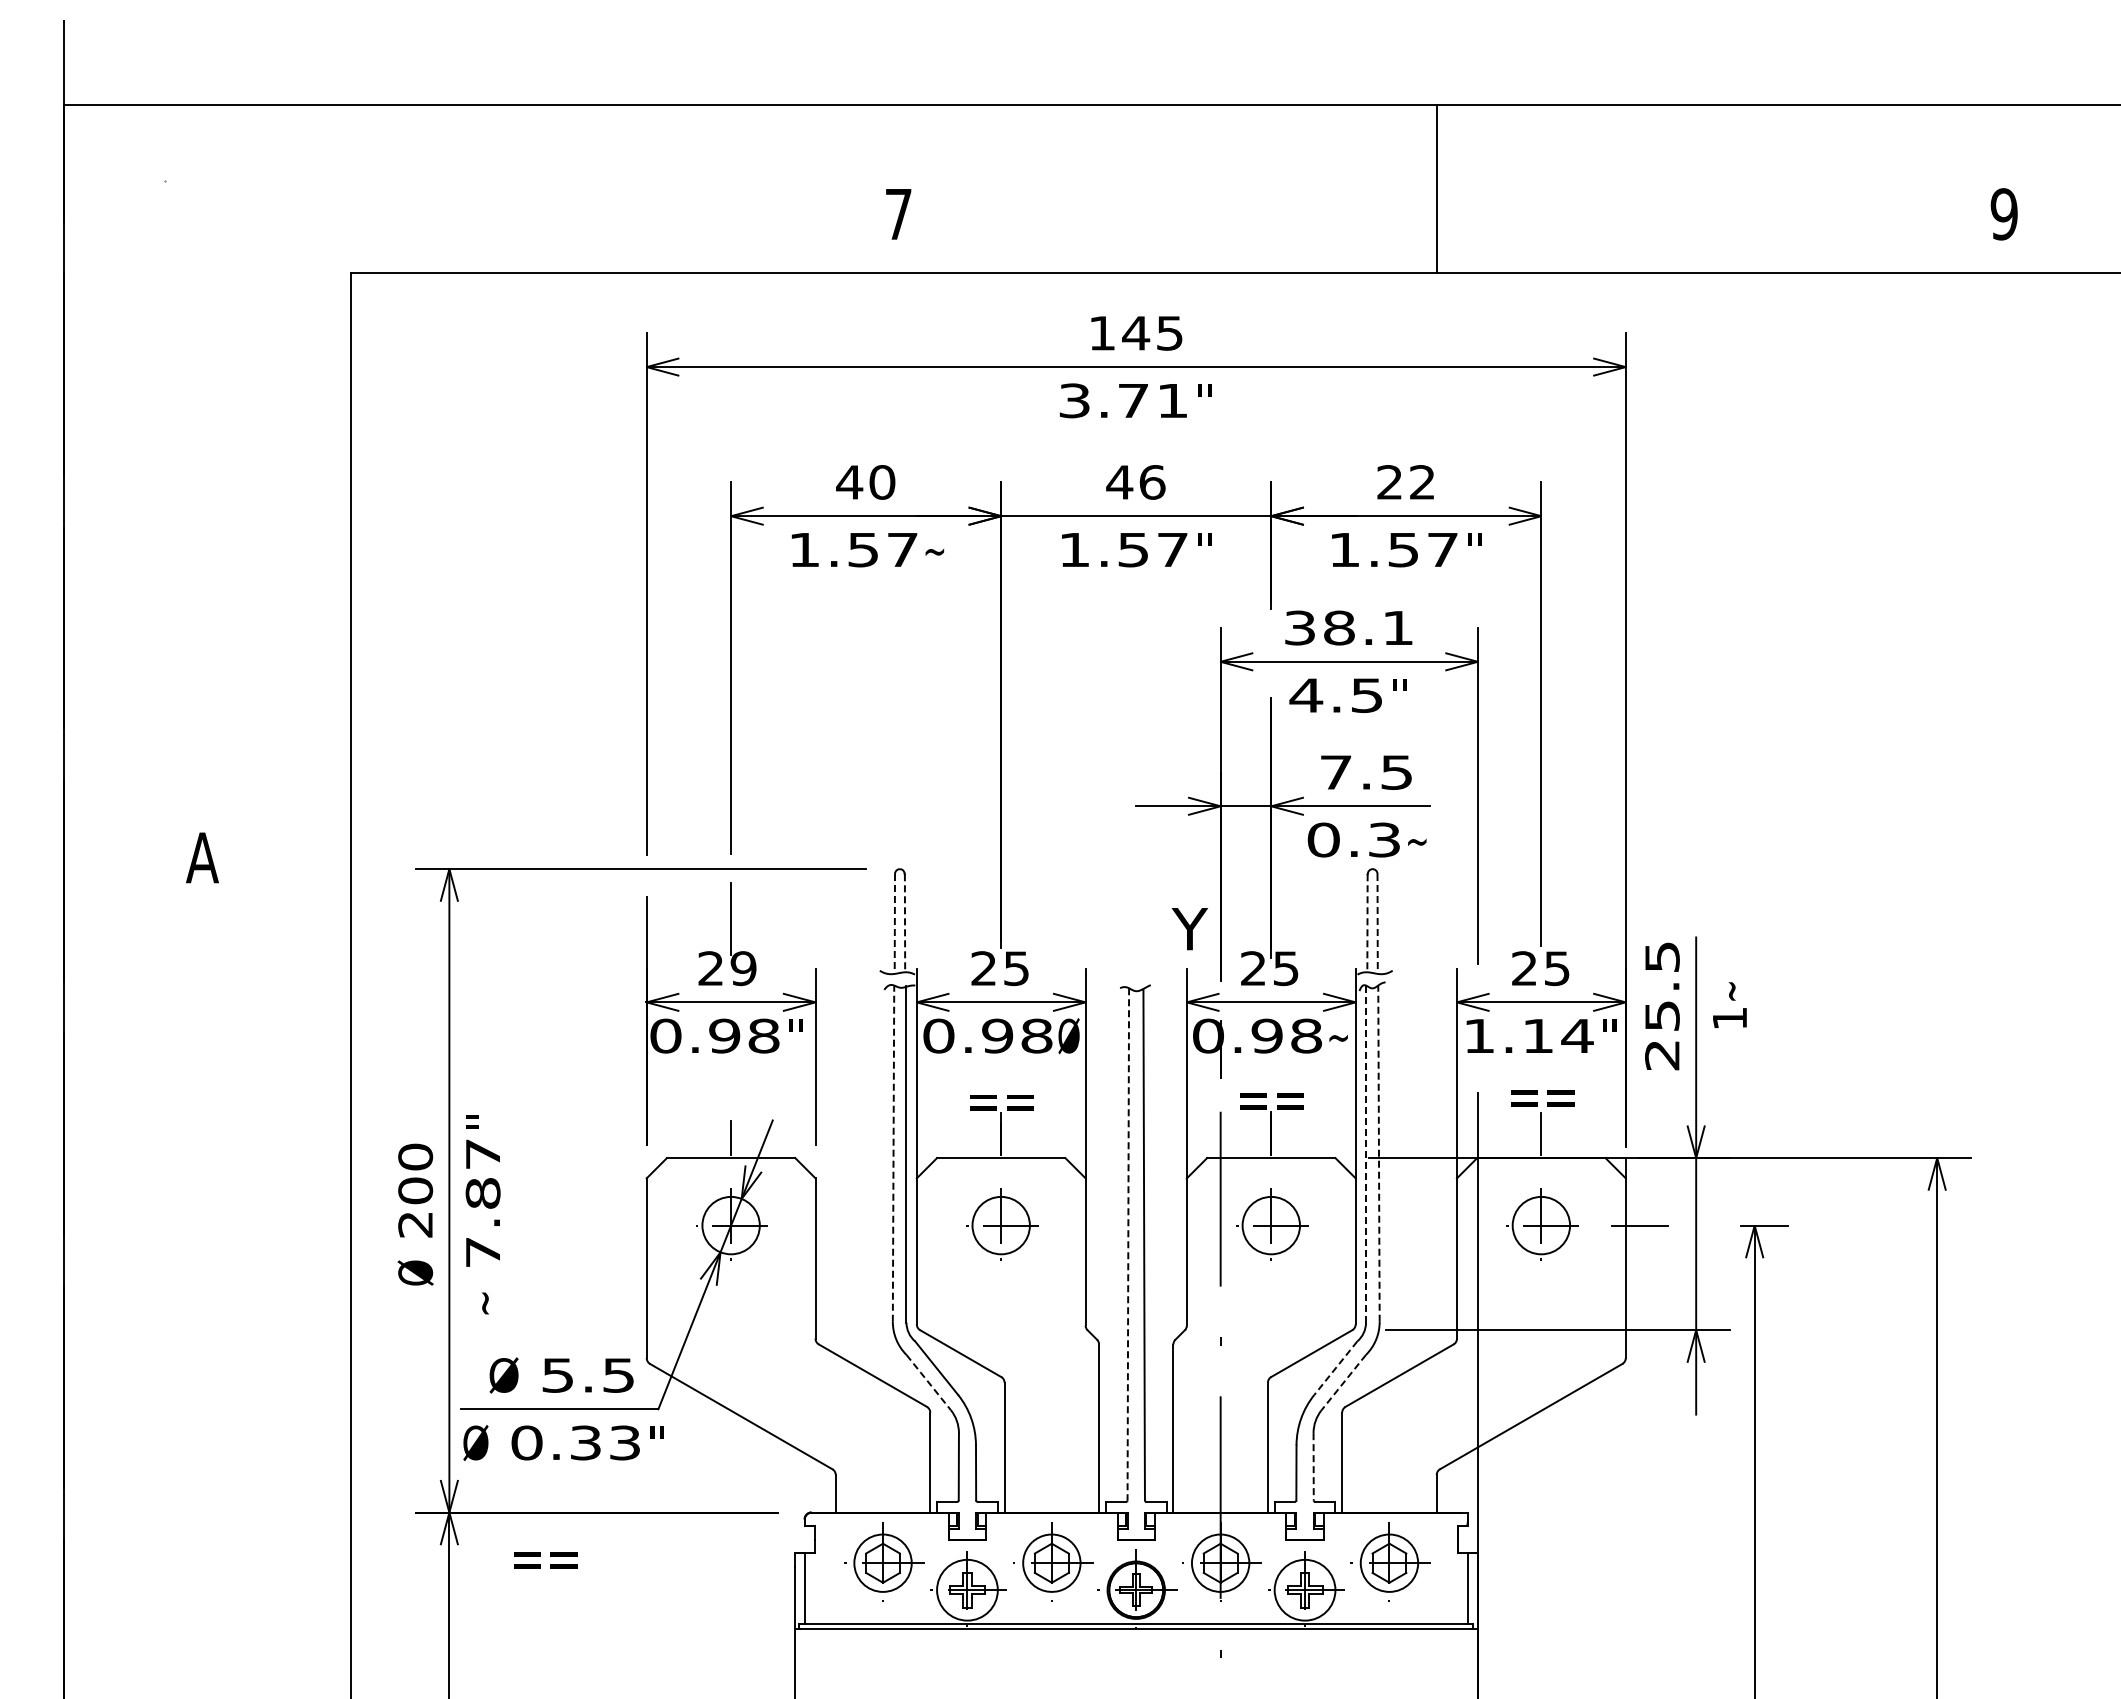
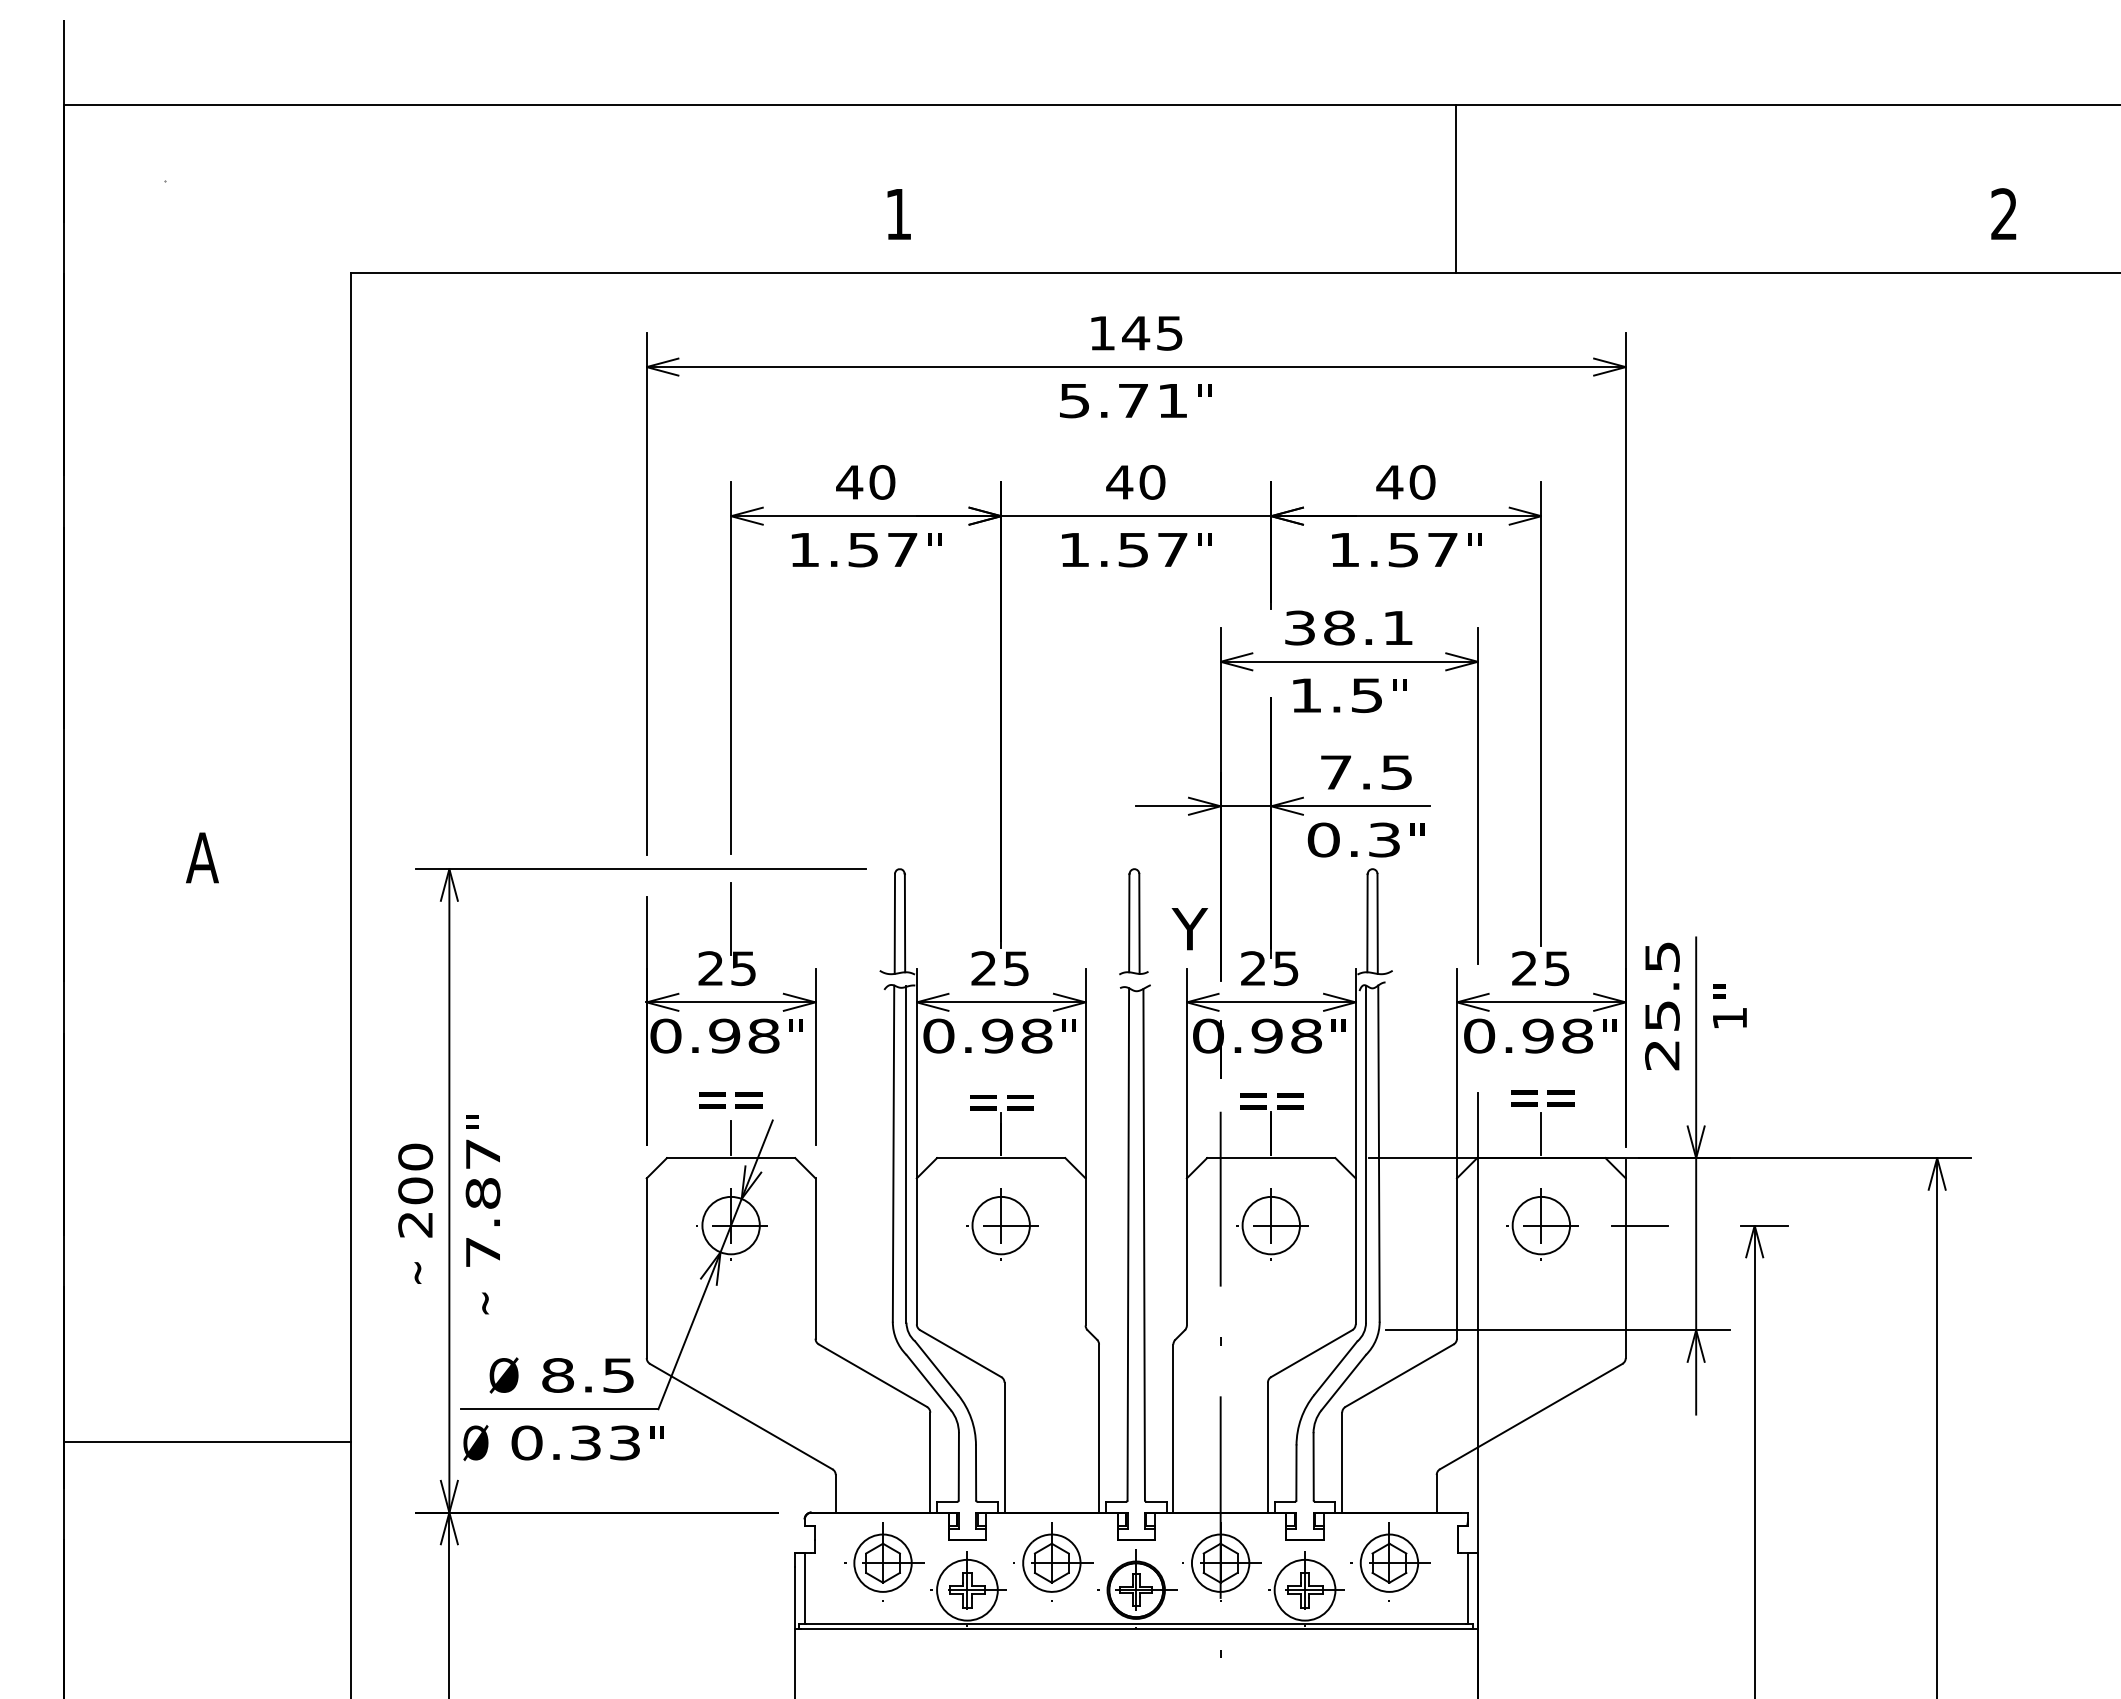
line at (1437, 188) position: (1437, 188) -> (1456, 188)
text at (898, 214): 7 -> 1
text at (2003, 214): 9 -> 2
text at (1074, 400): 3.71 -> 5.71
text at (1152, 482): 46 -> 40
text at (1405, 482): 22 -> 40
text at (934, 544): ~ -> "
text at (1306, 695): 4.5 -> 1.5
text at (1417, 834): ~ -> "
part at (1133, 921): none -> present
line at (894, 923): dashed -> solid
line at (905, 923): dashed -> solid
line at (1367, 923): dashed -> solid
line at (1377, 923): dashed -> solid
text at (743, 968): 29 -> 25
text at (1724, 991): ~ -> "
text at (1338, 1030): ~ -> "
text at (1528, 1035): 1.14 -> 0.98
text at (1068, 1036): Ø -> "
line at (893, 1153): dashed -> solid
line at (1378, 1153): dashed -> solid
line at (1366, 1154): dashed -> solid
line at (1128, 1244): dashed -> solid
text at (415, 1272): Ø -> ~
line at (1335, 1368): dashed -> solid
text at (557, 1375): 5.5 -> 8.5
line at (929, 1383): dashed -> solid
line at (1343, 1383): dashed -> solid
line at (206, 1442): none -> present
line at (1313, 1466): dashed -> solid
text at (545, 1560) position: (545, 1560) -> (730, 1100)
